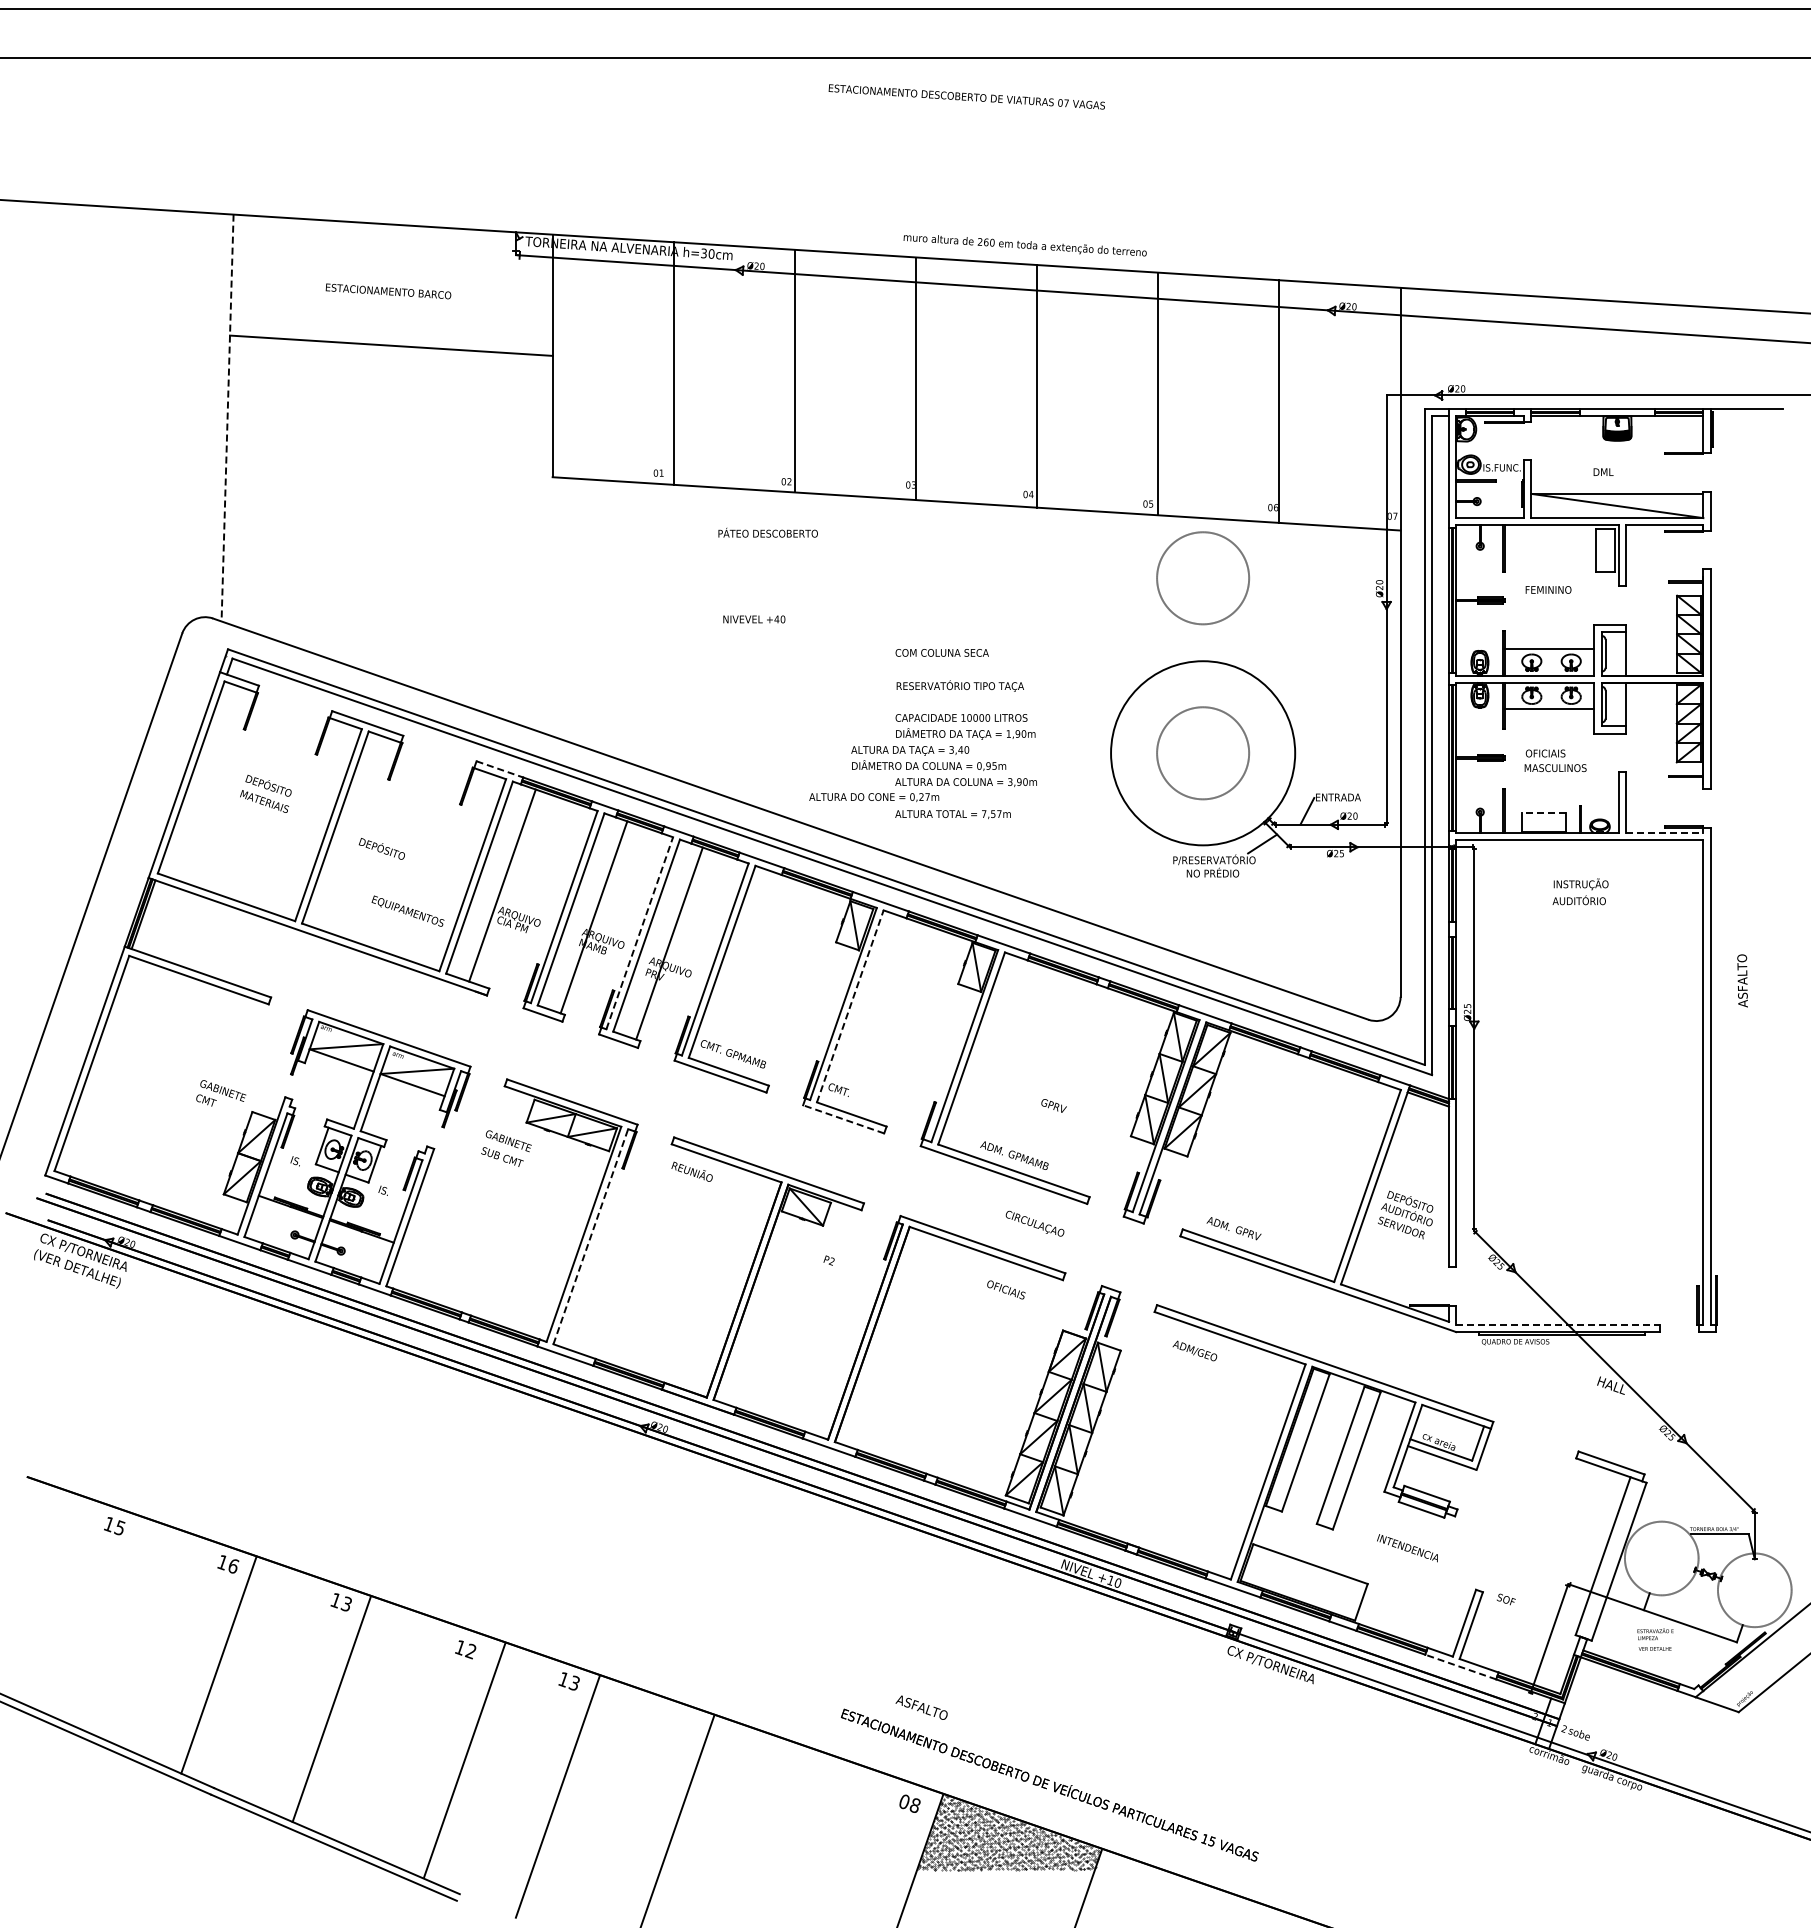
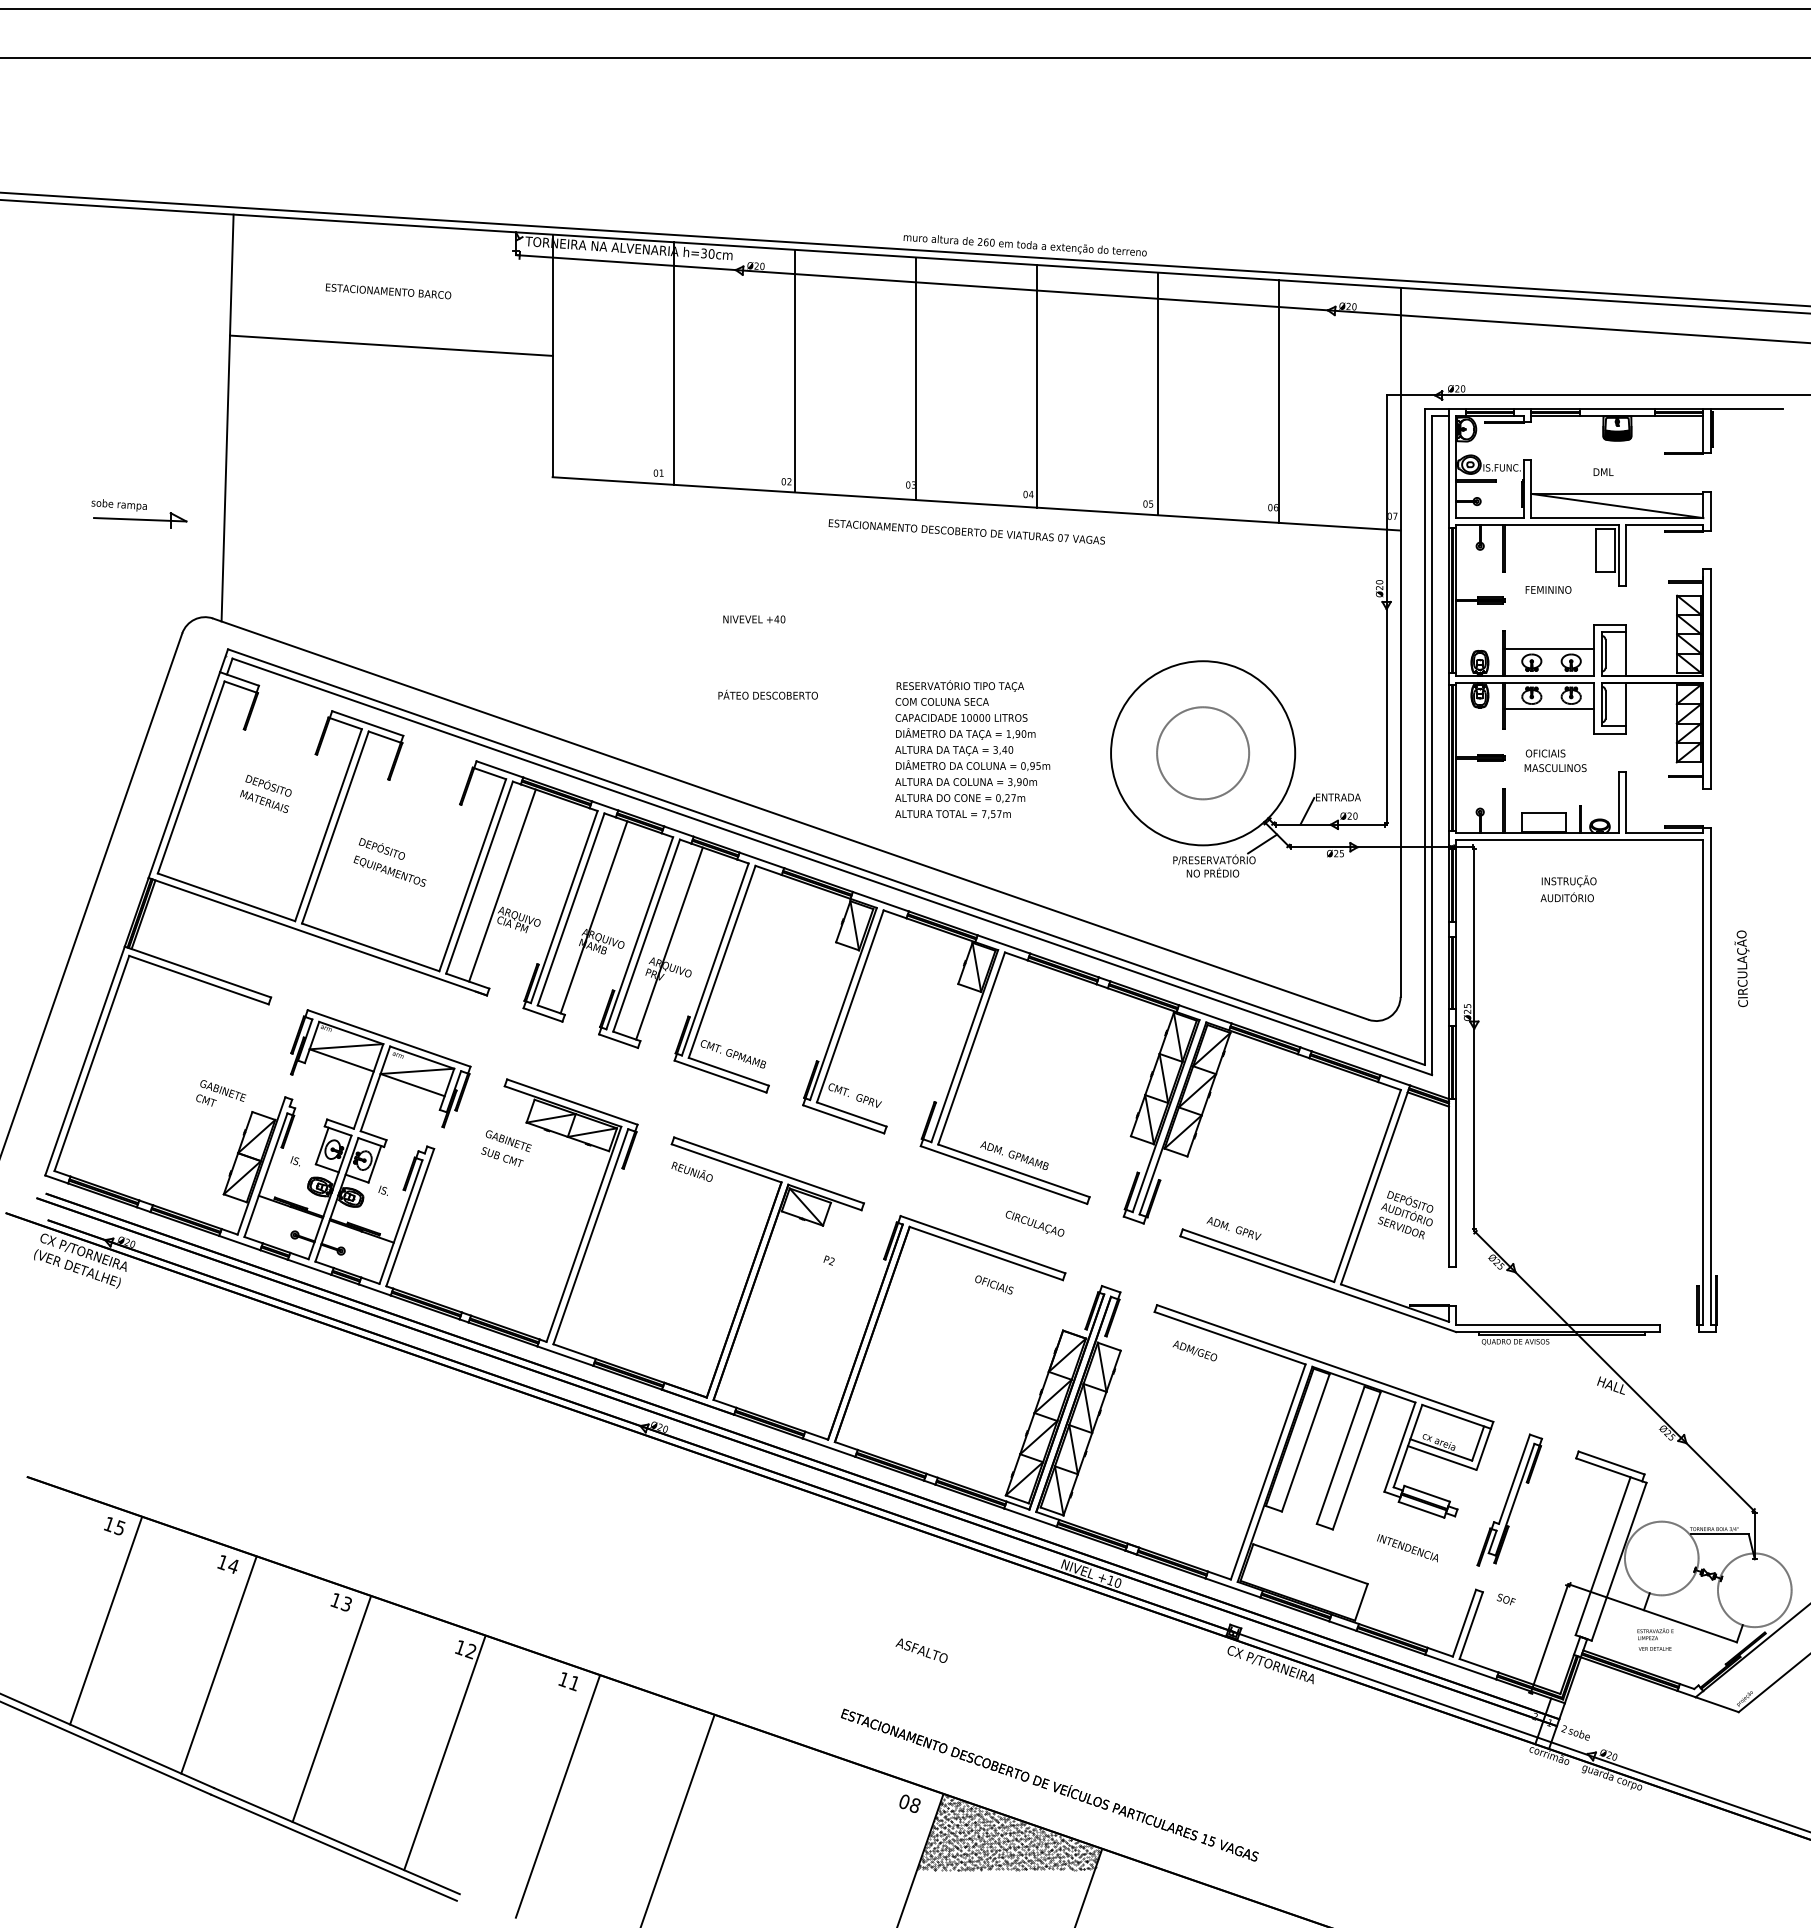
text at (966, 96) position: (966, 96) -> (966, 531)
line at (904, 249): none -> present
line at (227, 418): dashed -> solid
part at (139, 513): none -> present
text at (767, 532) position: (767, 532) -> (767, 694)
circle at (1202, 578): present -> none
text at (941, 652) position: (941, 652) -> (941, 701)
text at (928, 758) position: (928, 758) -> (972, 758)
line at (499, 769): dashed -> solid
text at (874, 797) position: (874, 797) -> (960, 798)
line at (1543, 812): dashed -> solid
line at (1664, 833): dashed -> solid
text at (1580, 891) position: (1580, 891) -> (1568, 888)
text at (407, 910) position: (407, 910) -> (389, 870)
line at (639, 933): dashed -> solid
text at (1741, 968): ASFALTO -> CIRCULAÇÃO
line at (850, 1006): dashed -> solid
text at (1053, 1105) position: (1053, 1105) -> (868, 1100)
line at (843, 1119): dashed -> solid
line at (590, 1236): dashed -> solid
text at (1006, 1289) position: (1006, 1289) -> (994, 1284)
line at (1558, 1324): dashed -> solid
part at (1509, 1499): none -> present
text at (233, 1566): 16 -> 14
line at (106, 1620): none -> present
line at (1460, 1667): dashed -> solid
text at (573, 1683): 13 -> 11
text at (921, 1707) position: (921, 1707) -> (921, 1650)
line at (464, 1760) position: (464, 1760) -> (444, 1753)
